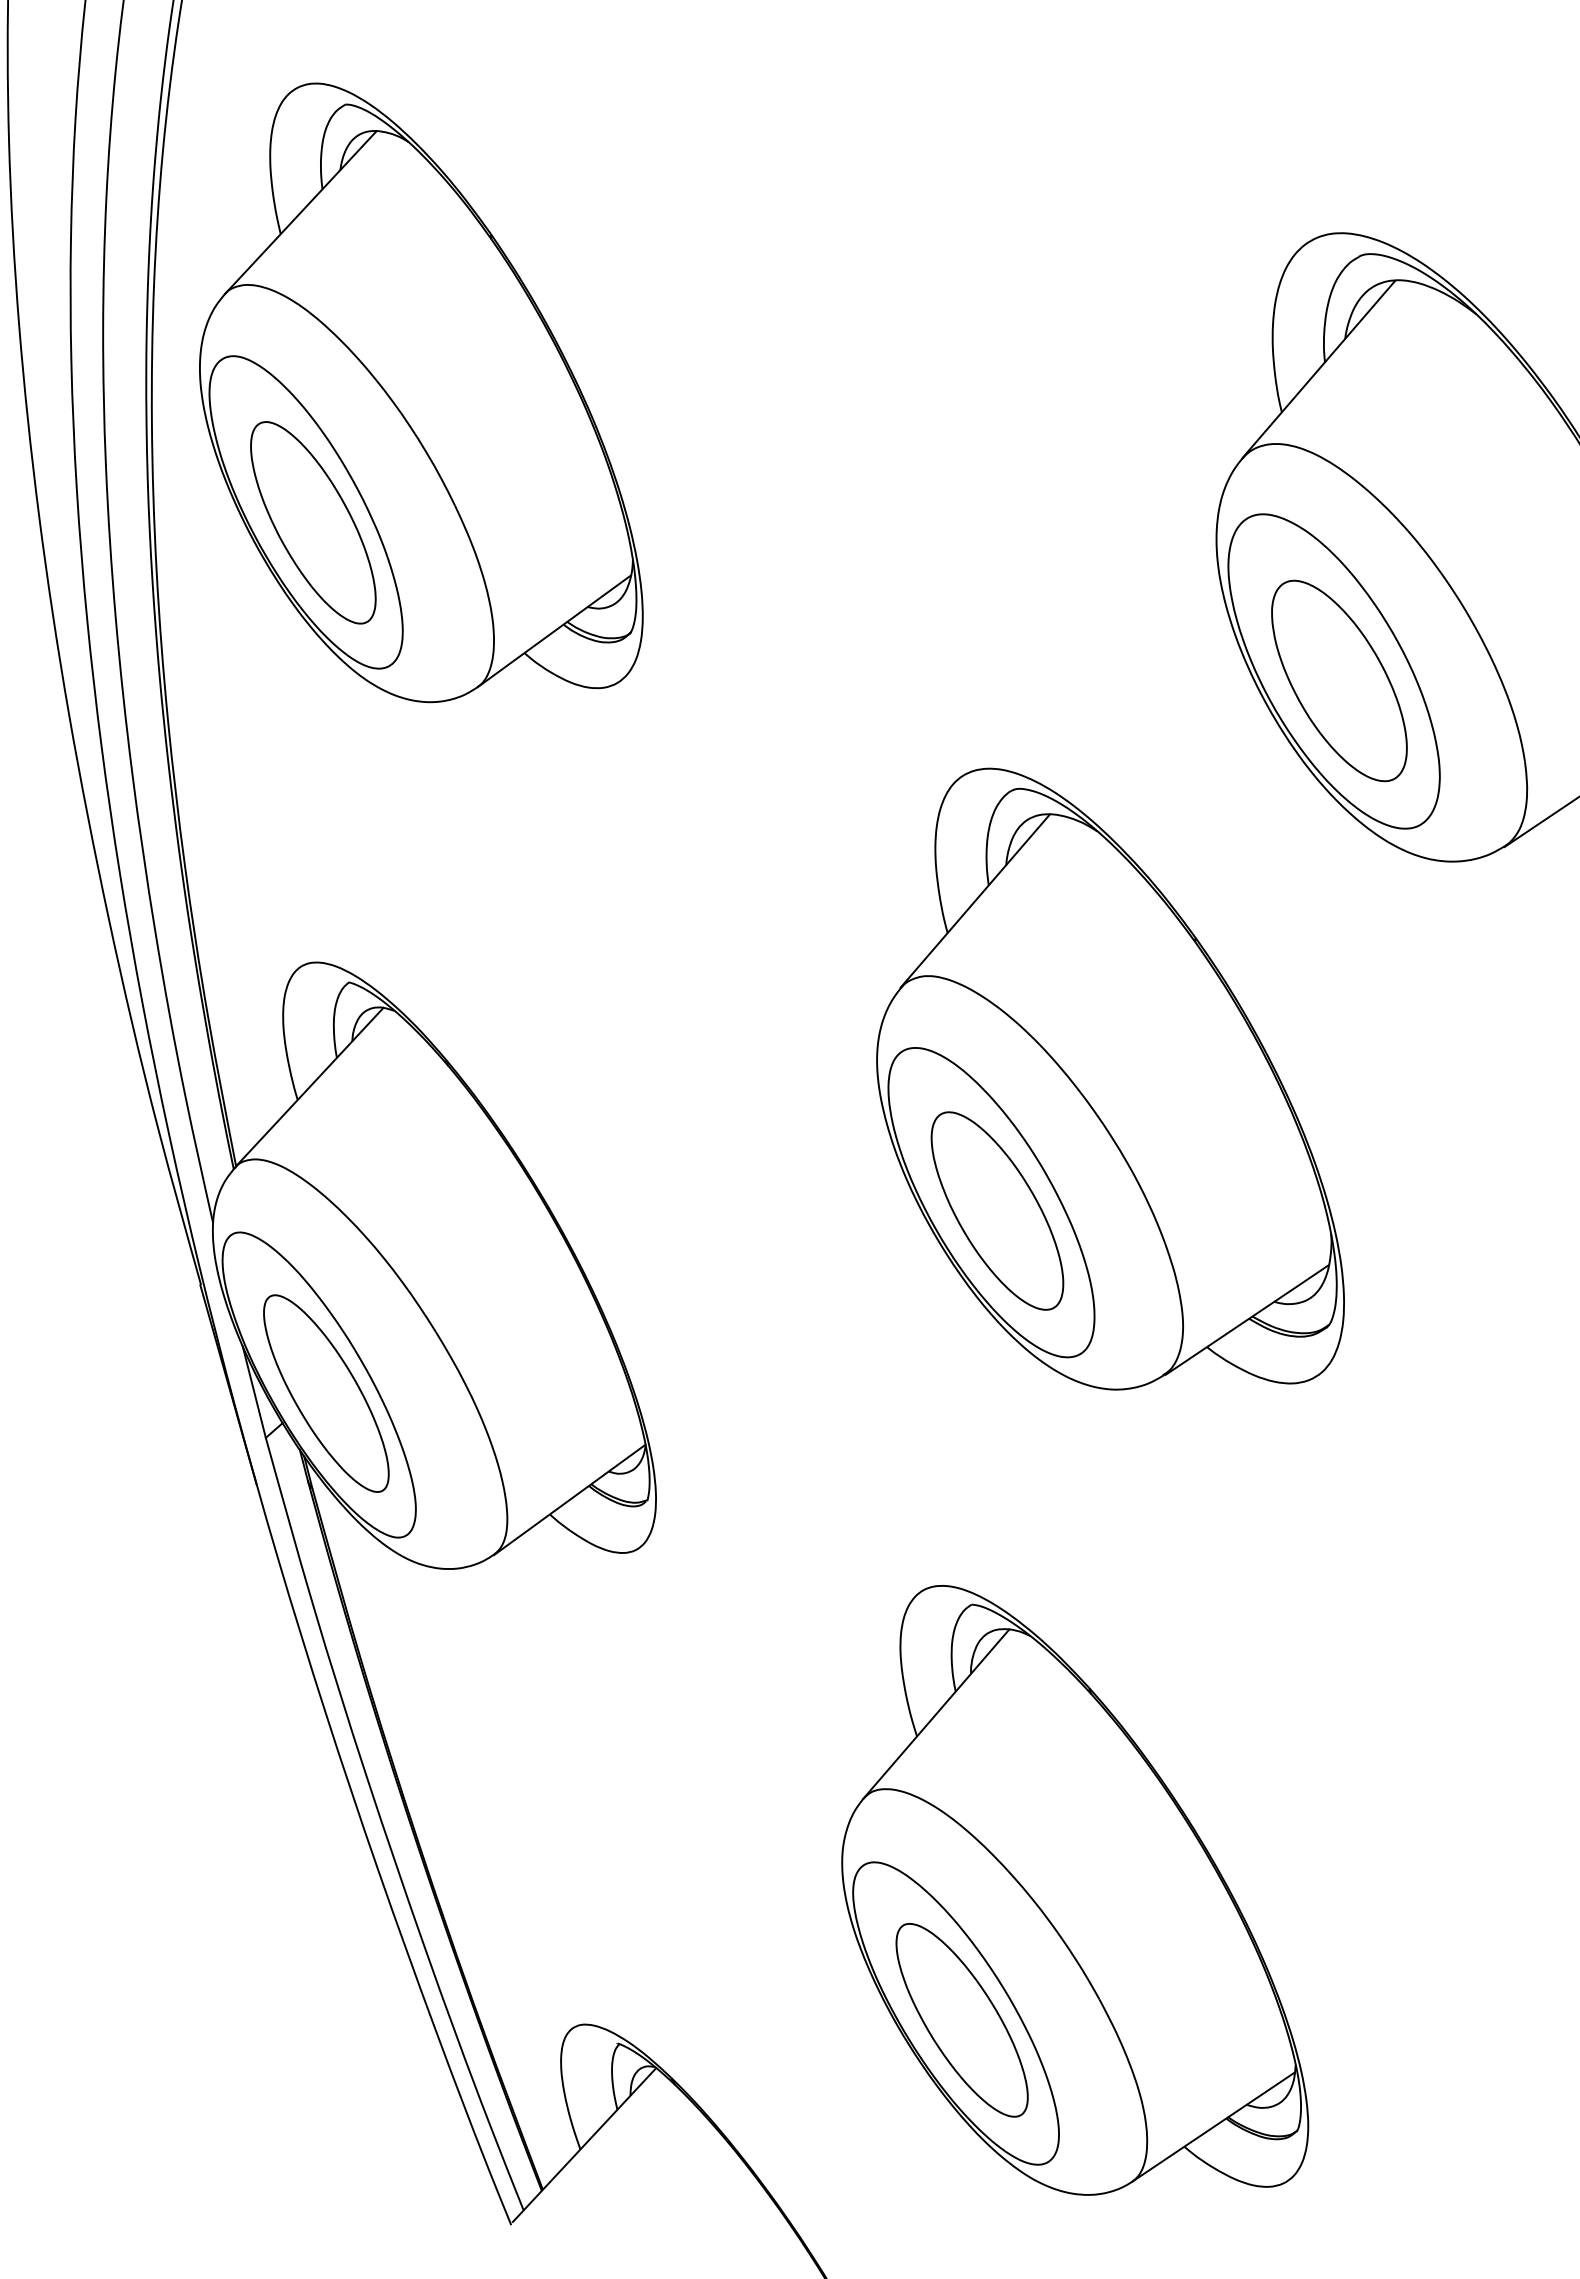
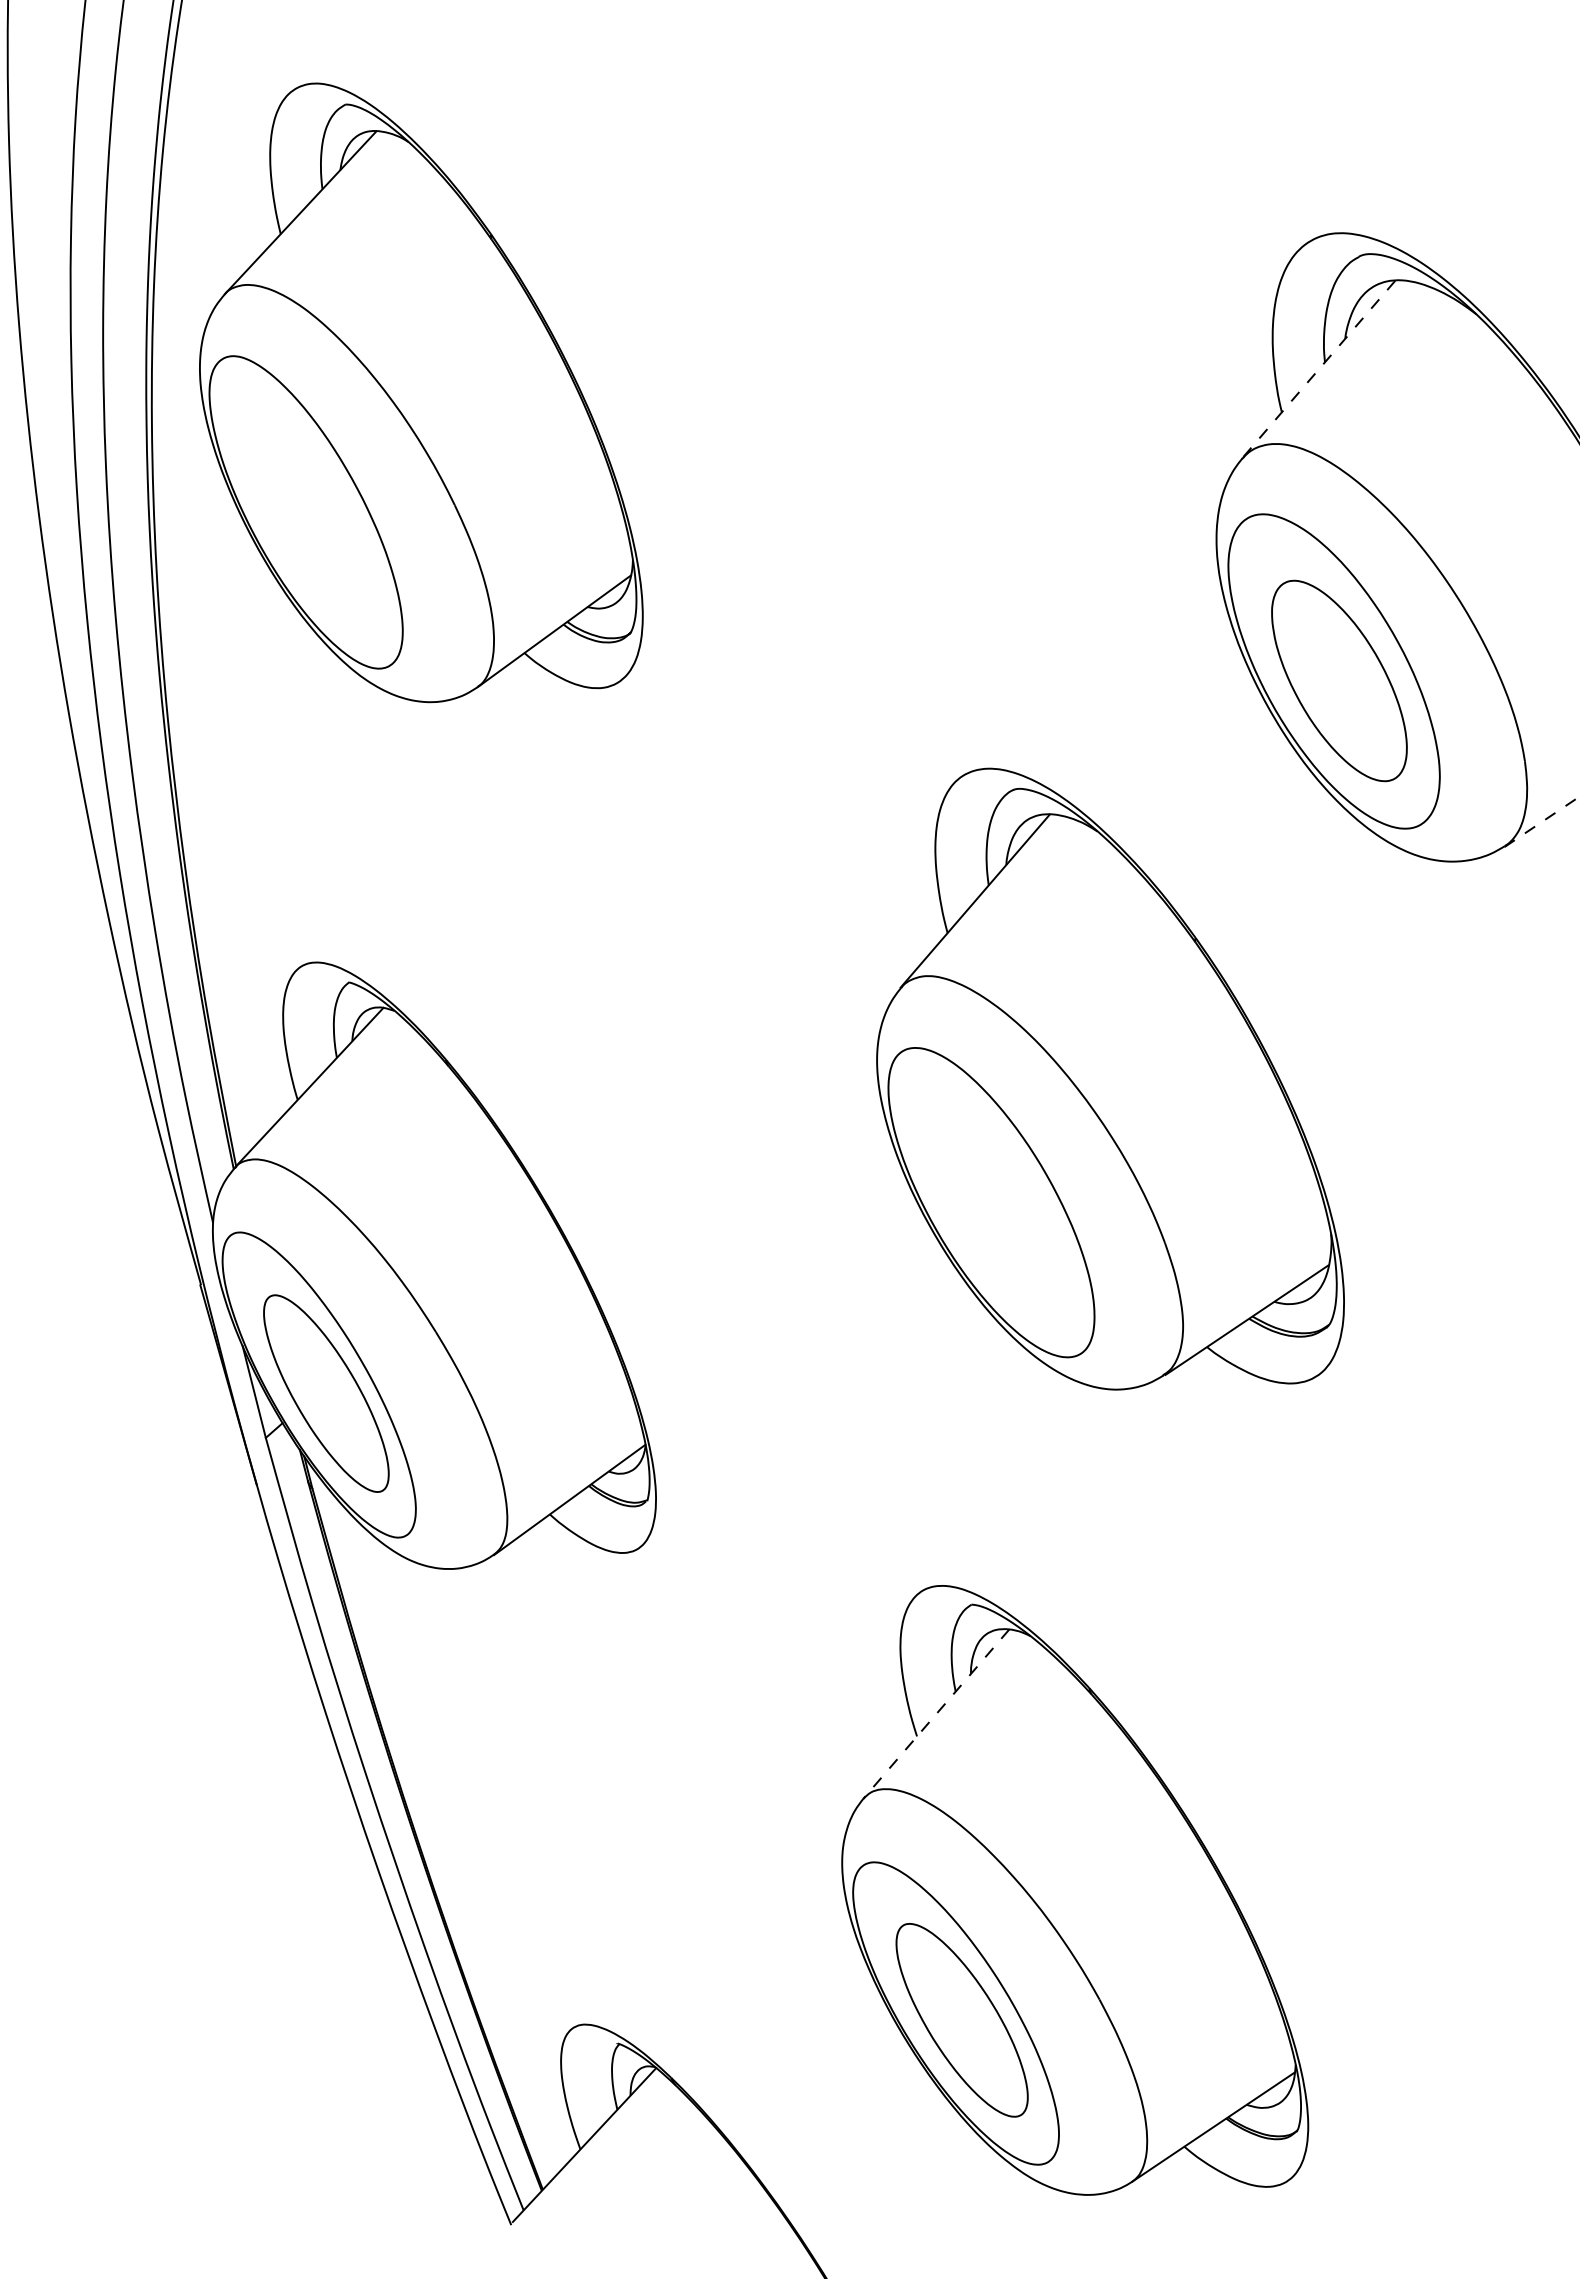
line at (1319, 369): solid -> dashed
part at (313, 522): present -> none
line at (1542, 821): solid -> dashed
part at (997, 1210): present -> none
line at (936, 1714): solid -> dashed
